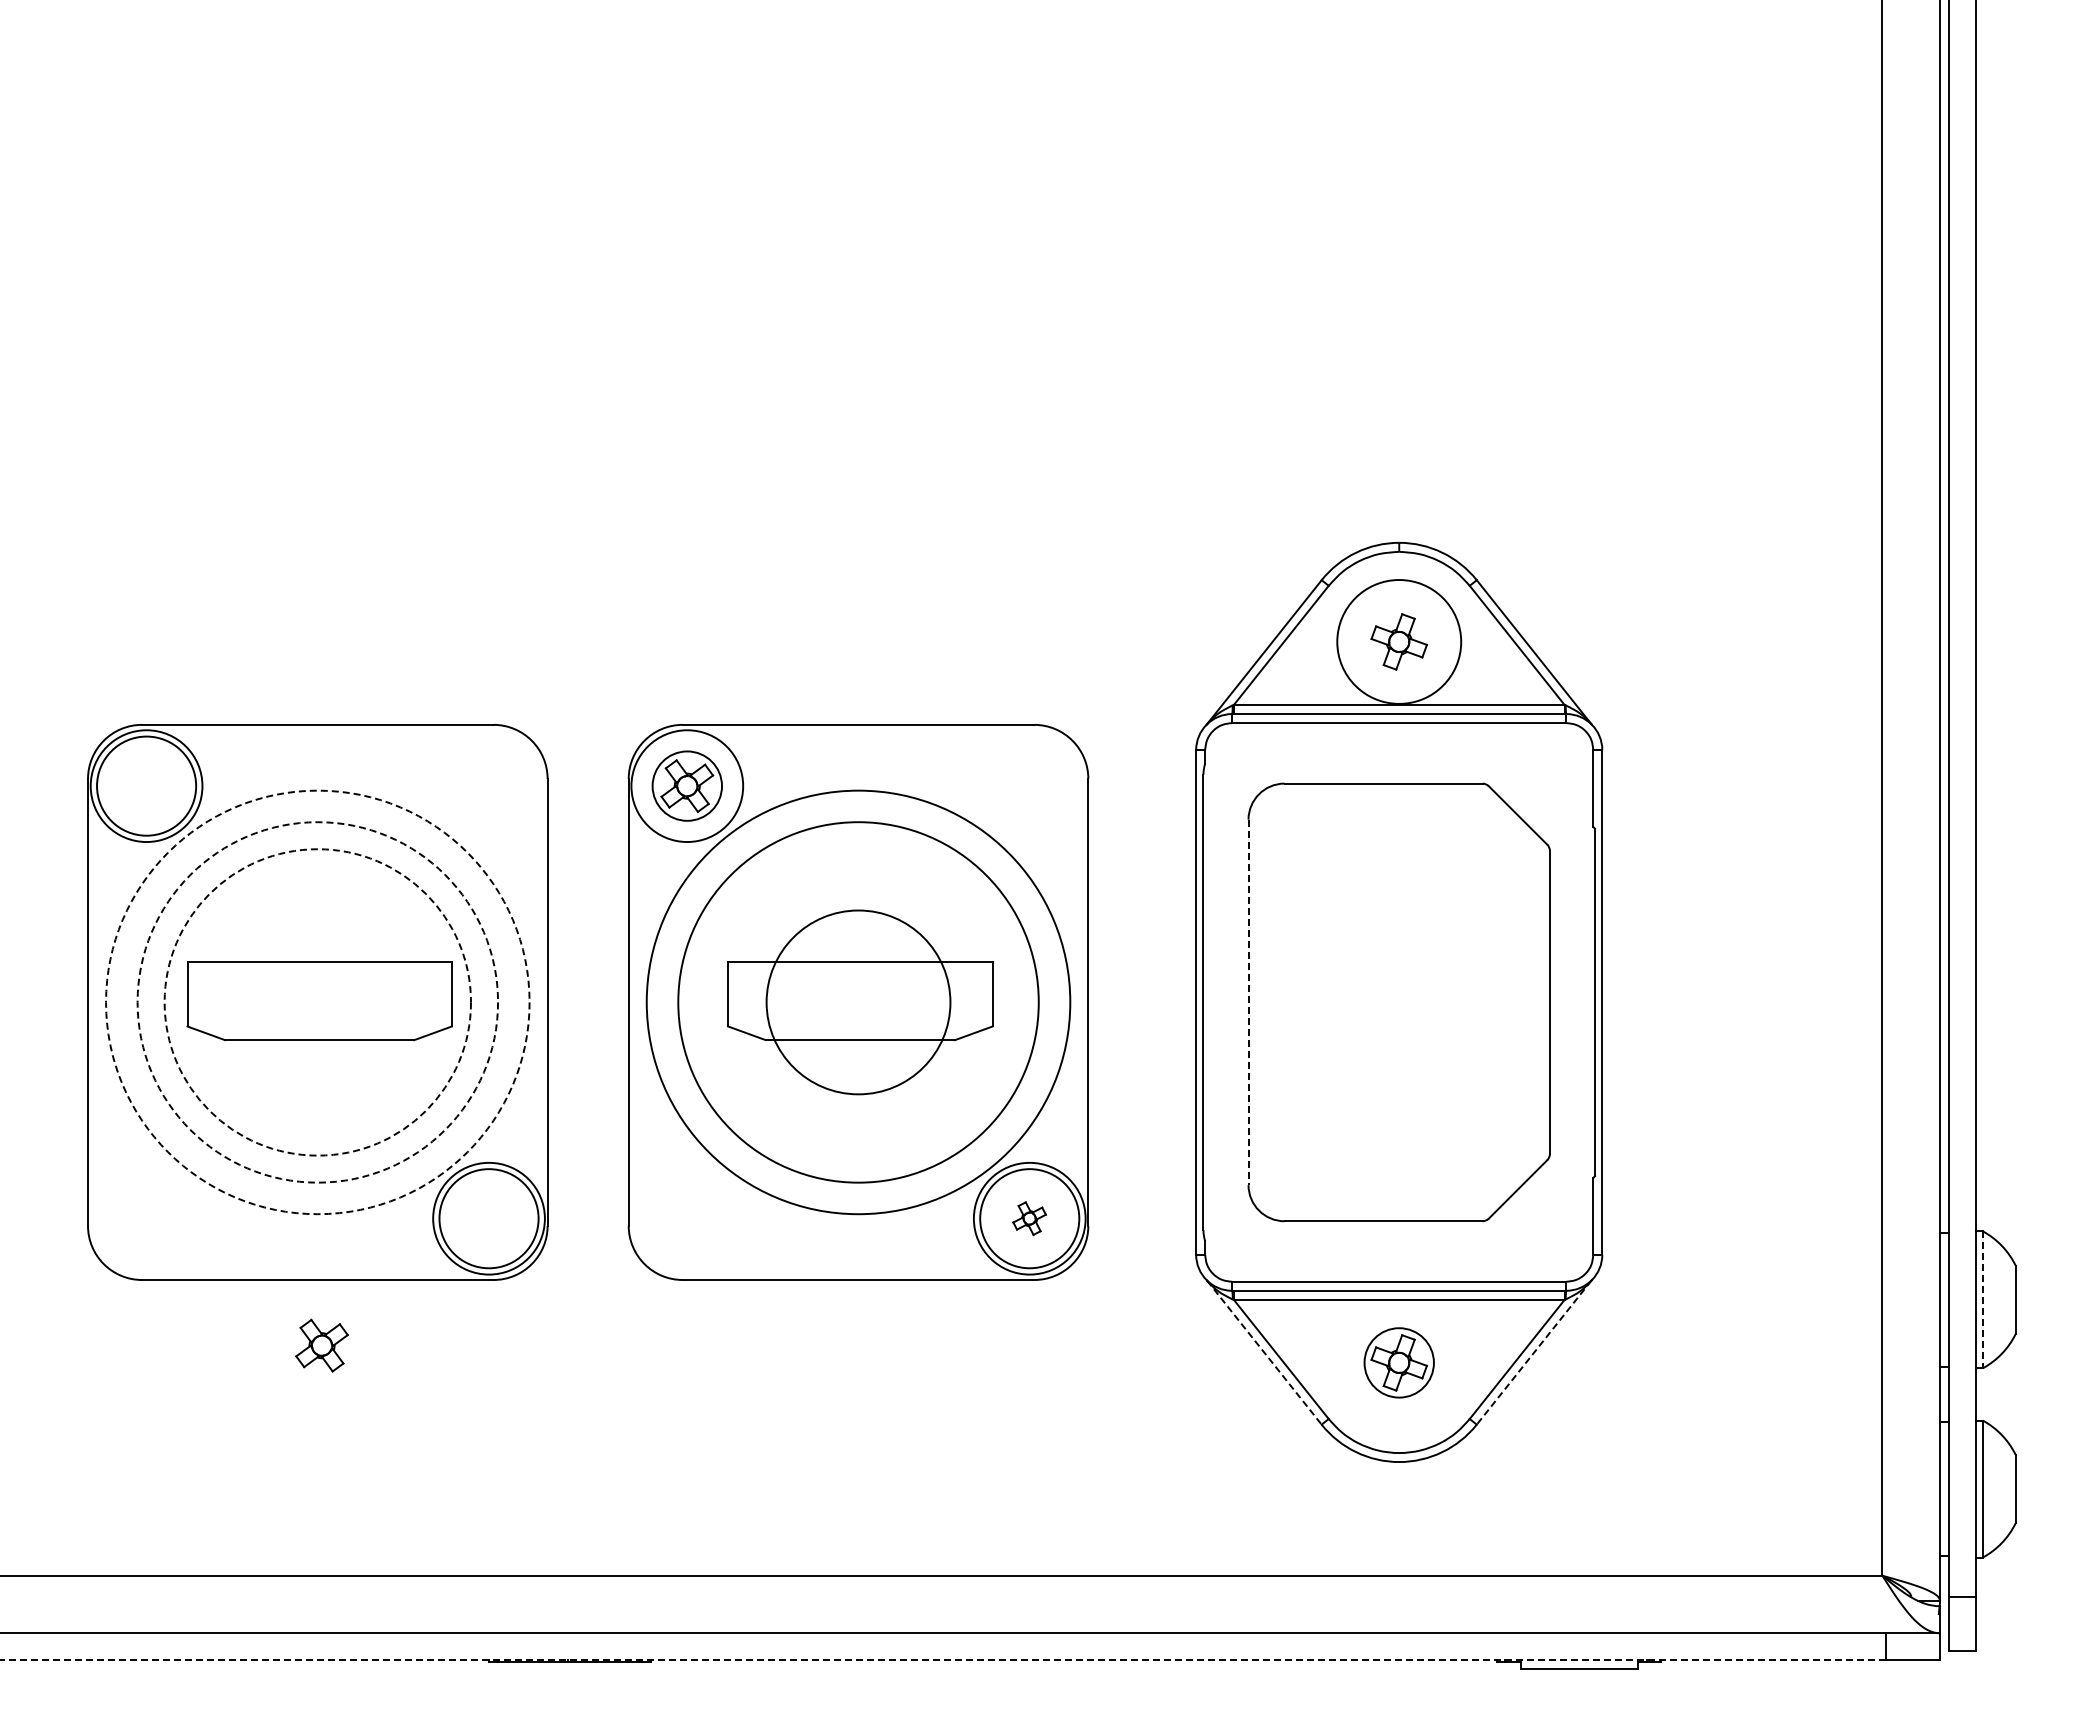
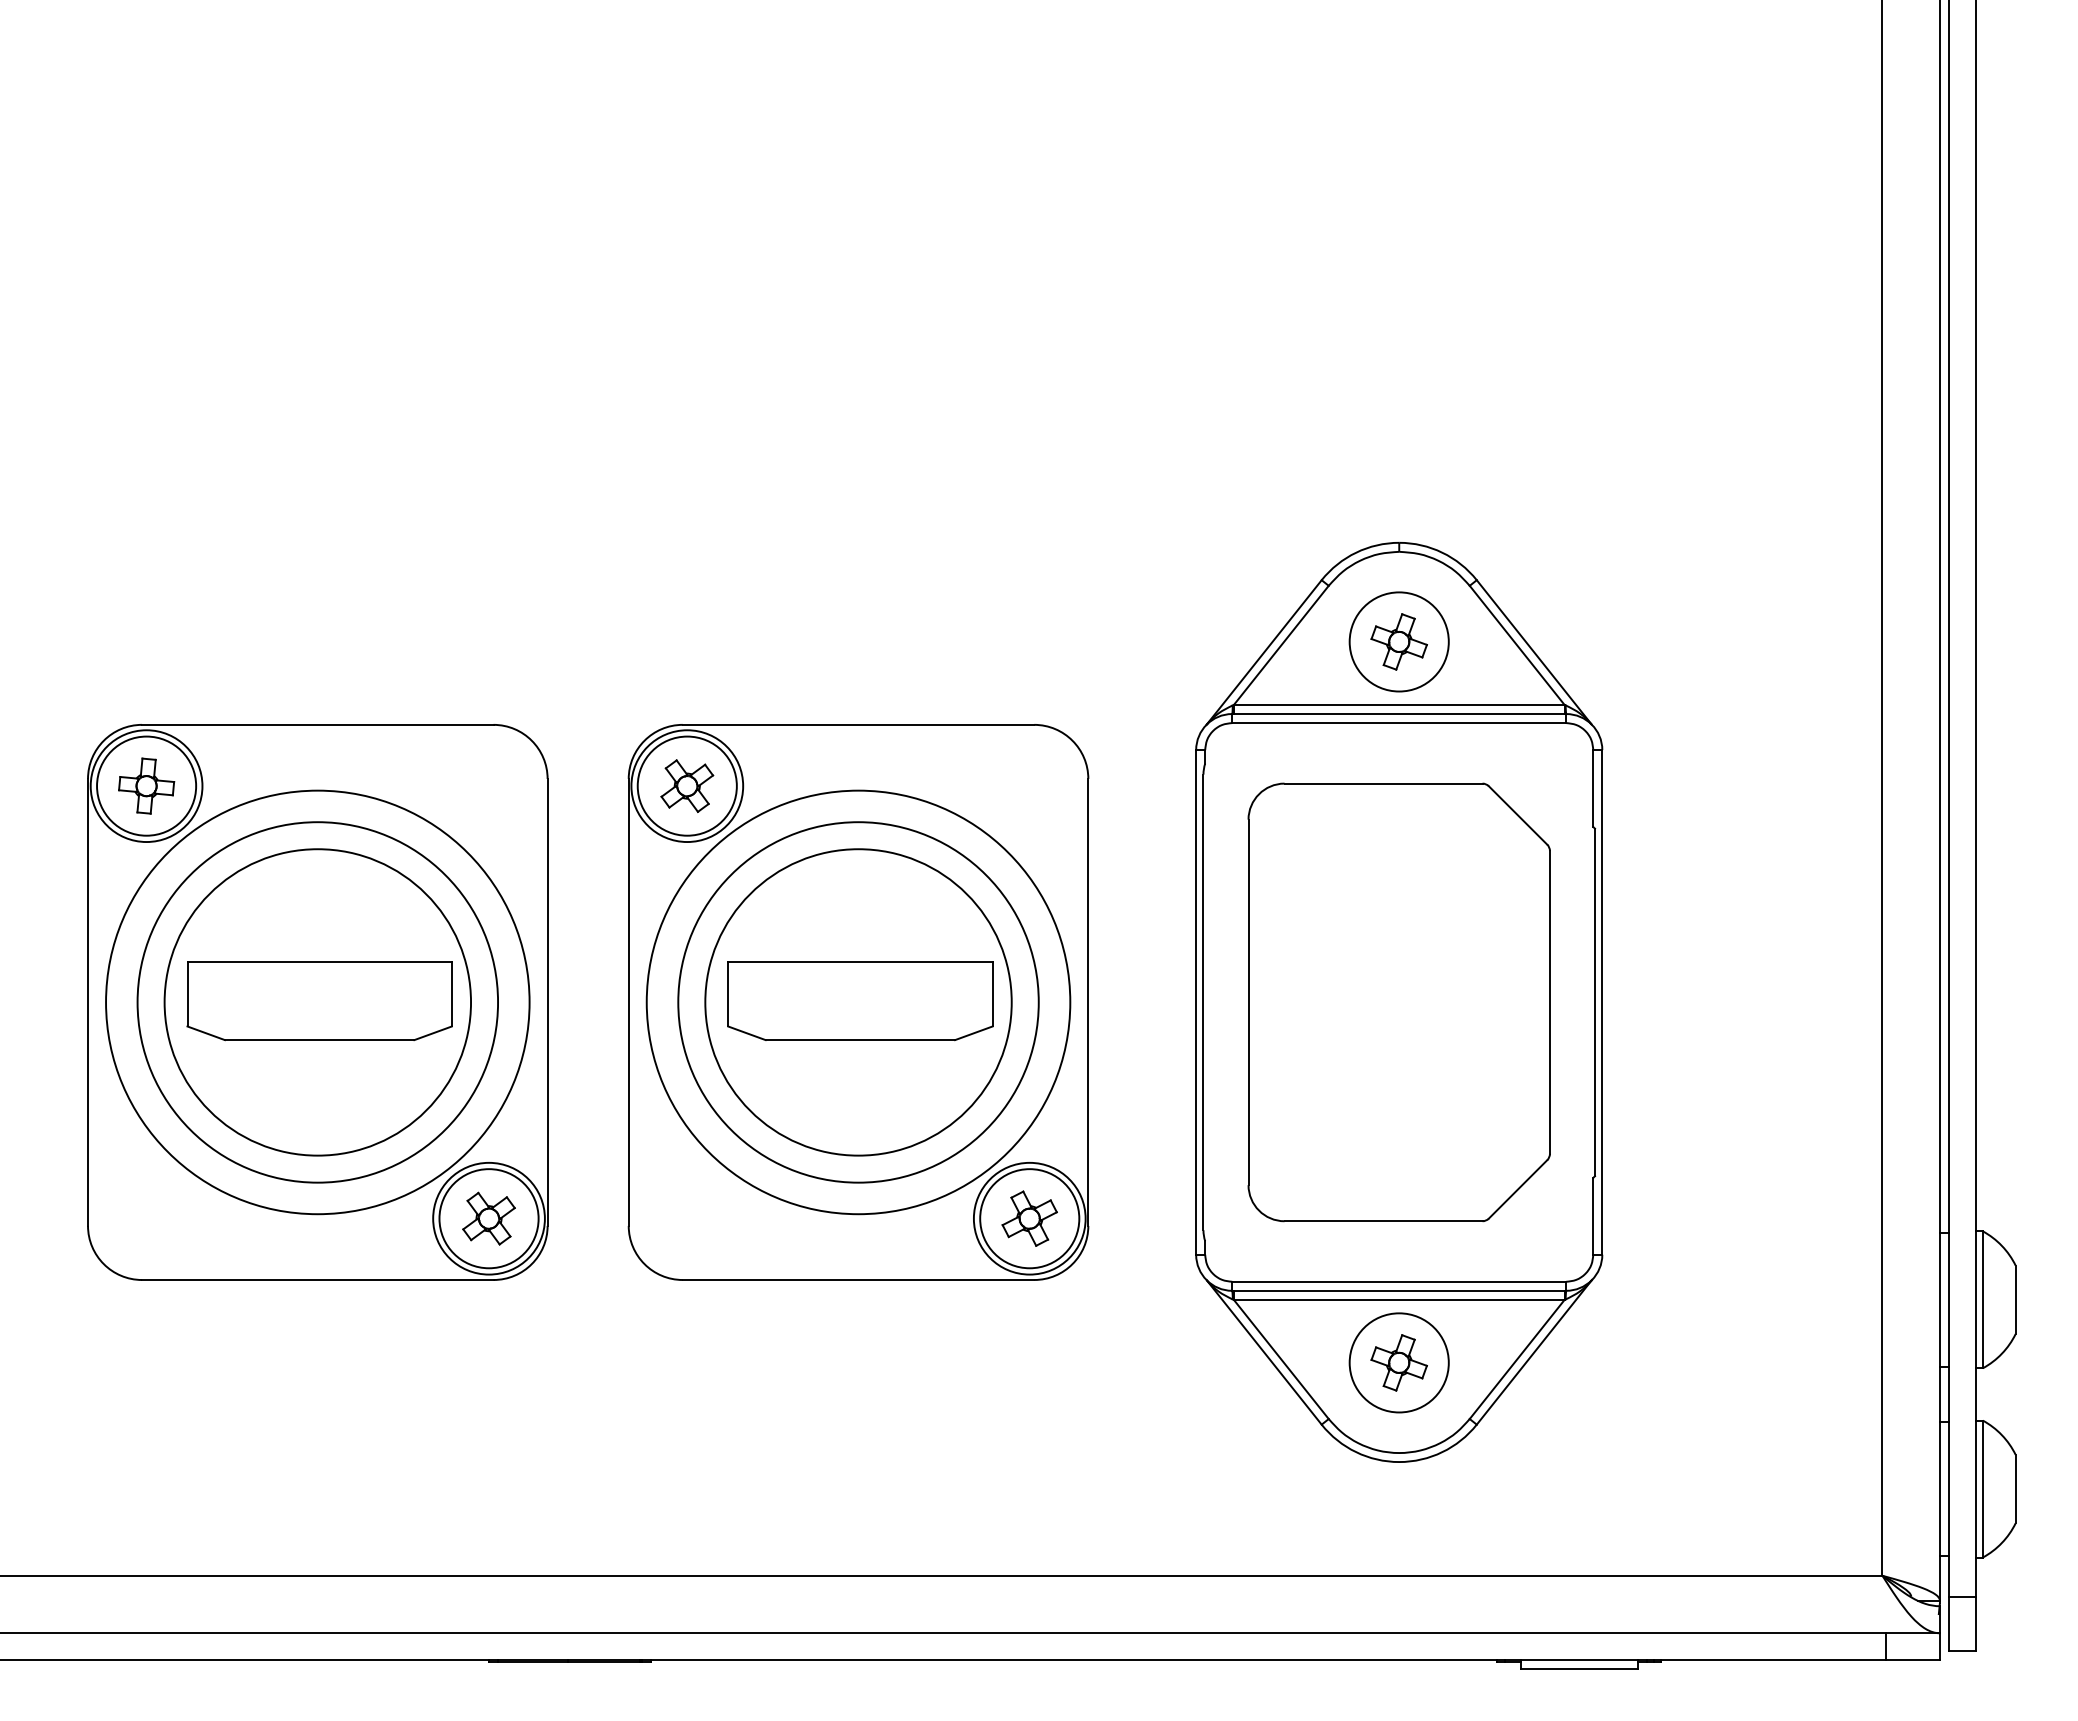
circle at (1399, 641) diameter: 124 px -> 99 px
part at (146, 785): none -> present
circle at (687, 785) diameter: 69 px -> 99 px
circle at (317, 1002): dashed -> solid
circle at (317, 1002): dashed -> solid
circle at (317, 1002): dashed -> solid
circle at (858, 1002) diameter: 184 px -> 306 px
line at (1248, 1002): dashed -> solid
part at (1029, 1218) size: 35x35 px -> 57x57 px
line at (1982, 1300): dashed -> solid
part at (321, 1345) position: (321, 1345) -> (488, 1218)
line at (1264, 1353): dashed -> solid
line at (1533, 1353): dashed -> solid
circle at (1398, 1362) diameter: 69 px -> 99 px
line at (943, 1660): dashed -> solid
